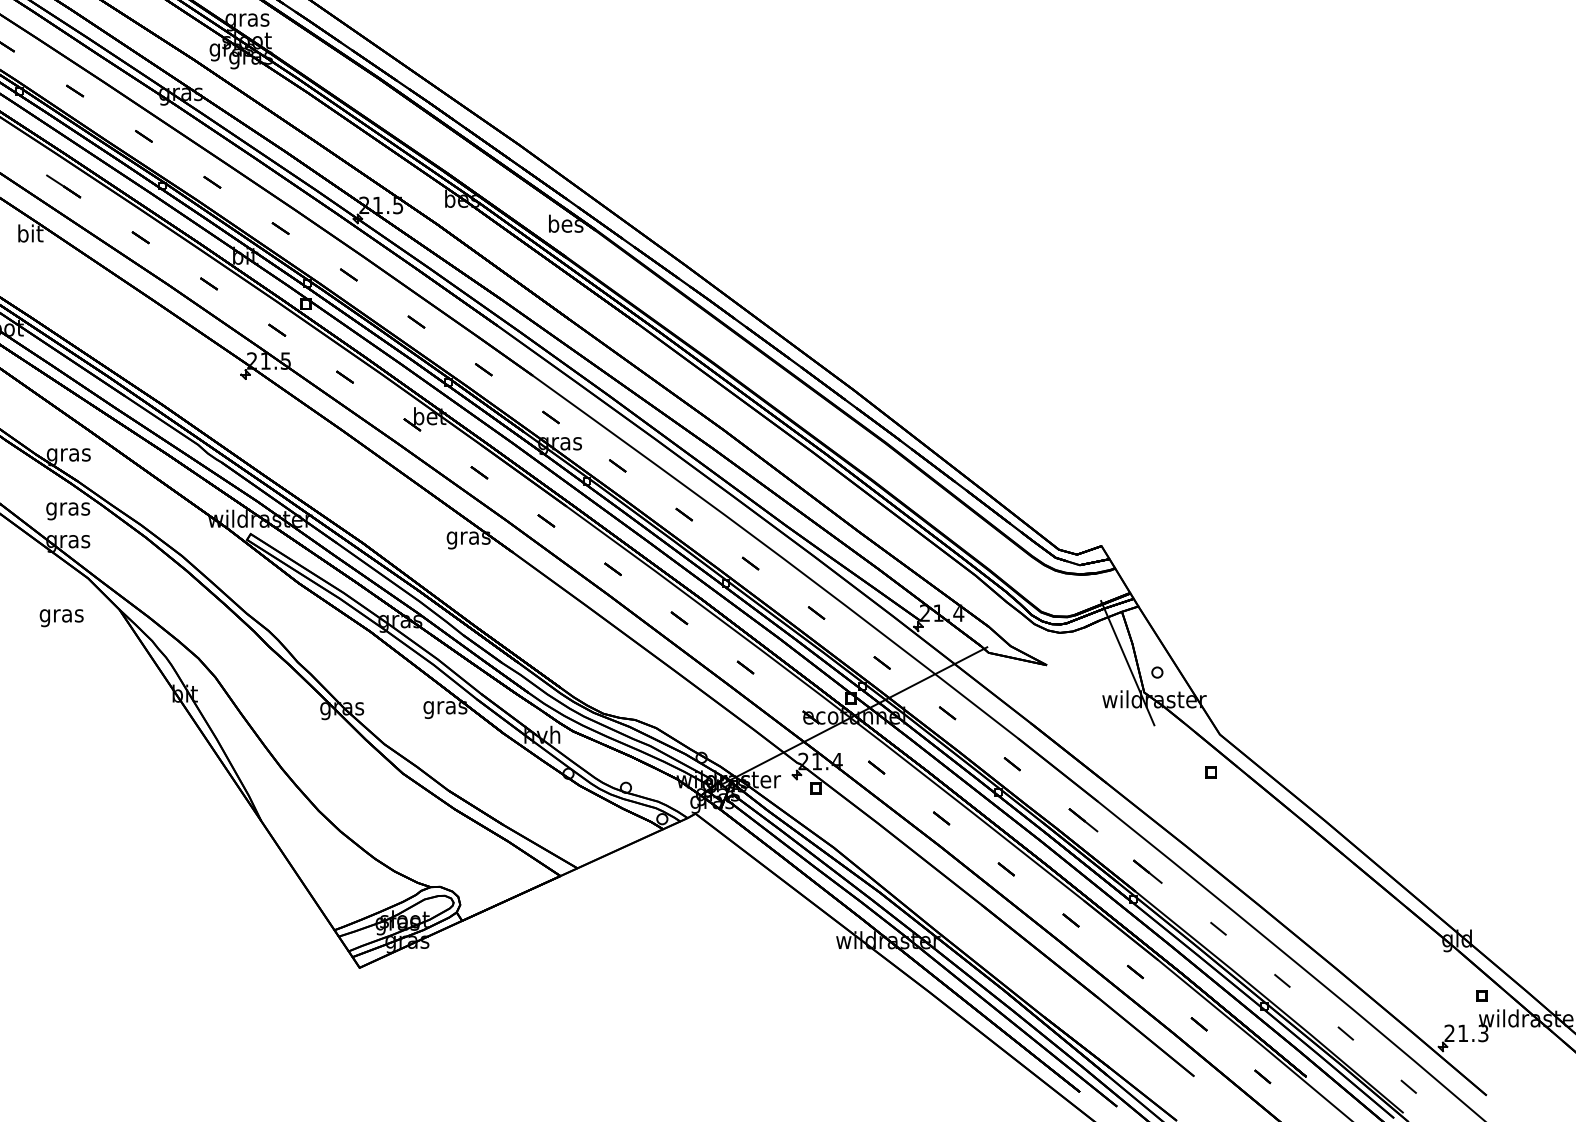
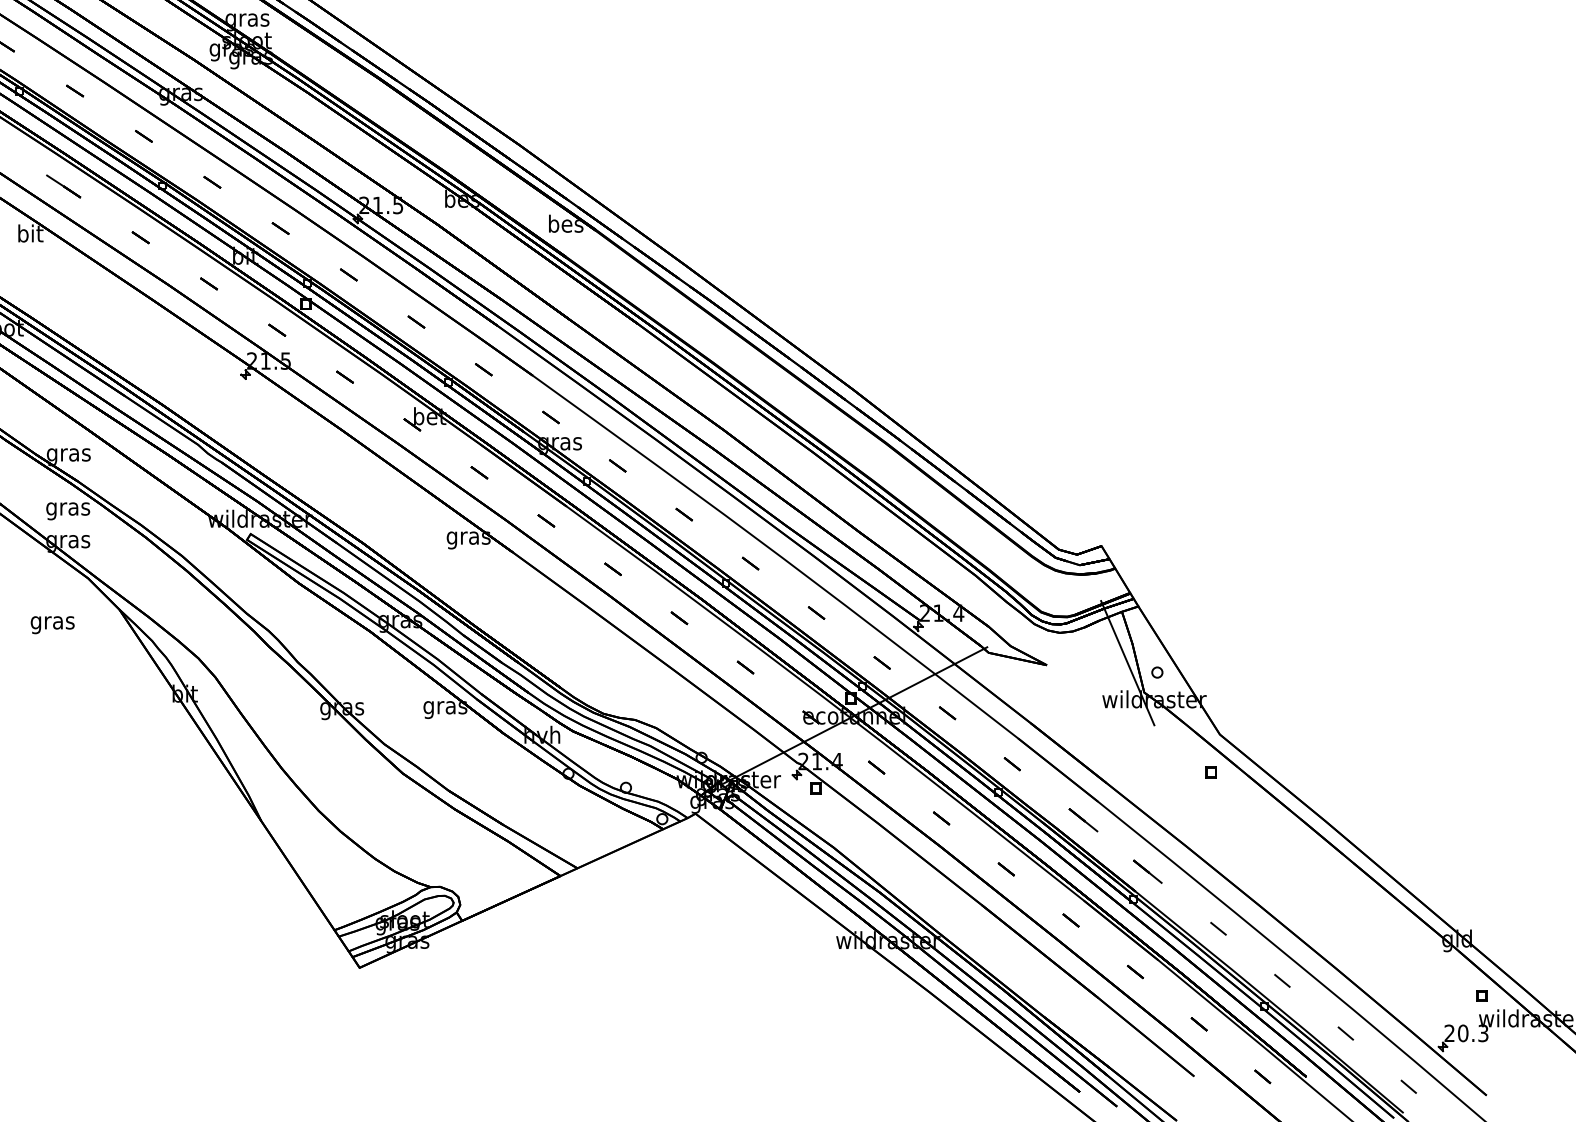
text at (61, 618) position: (61, 618) -> (52, 625)
text at (1463, 1033): 21.3 -> 20.3
